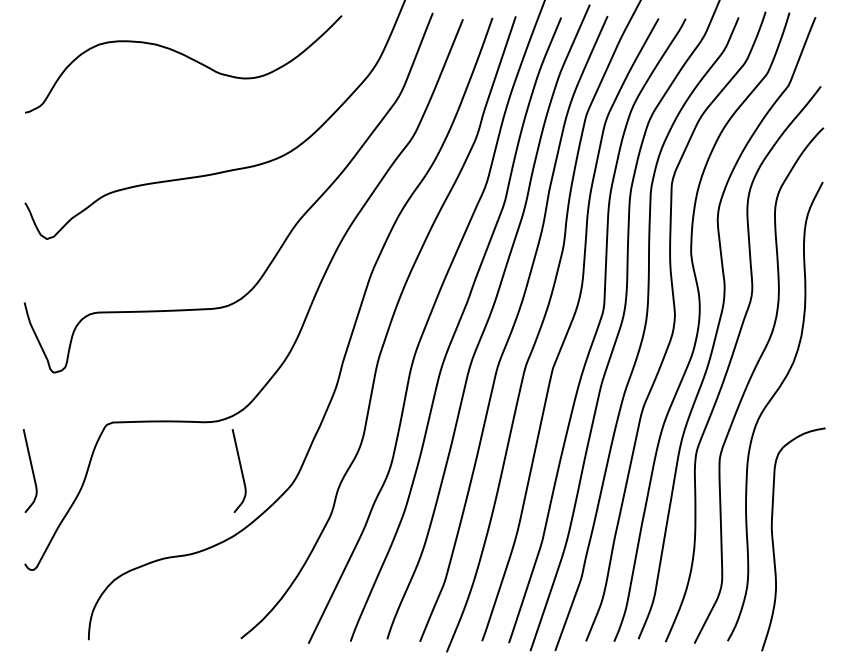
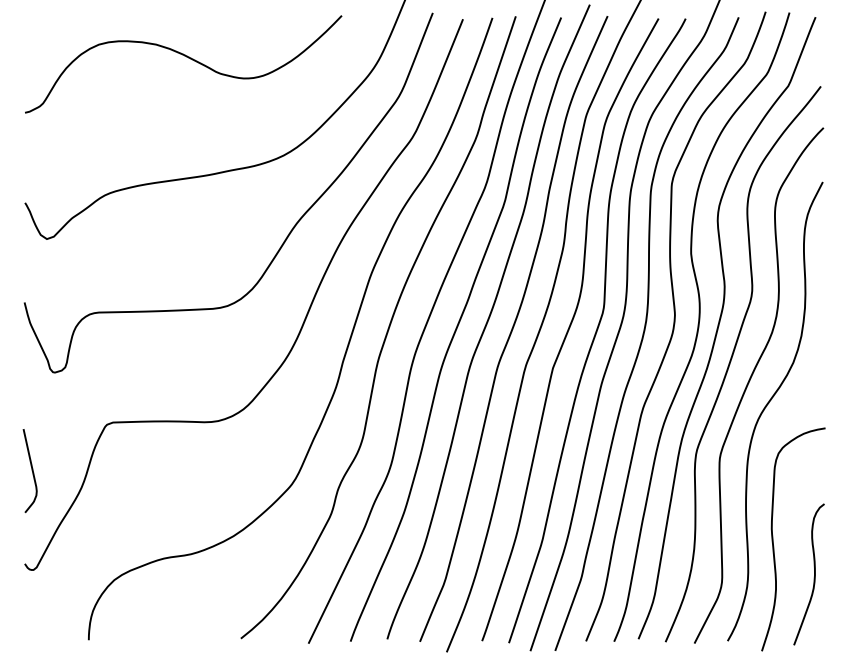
curve at (240, 470): present -> none
curve at (813, 577): none -> present
